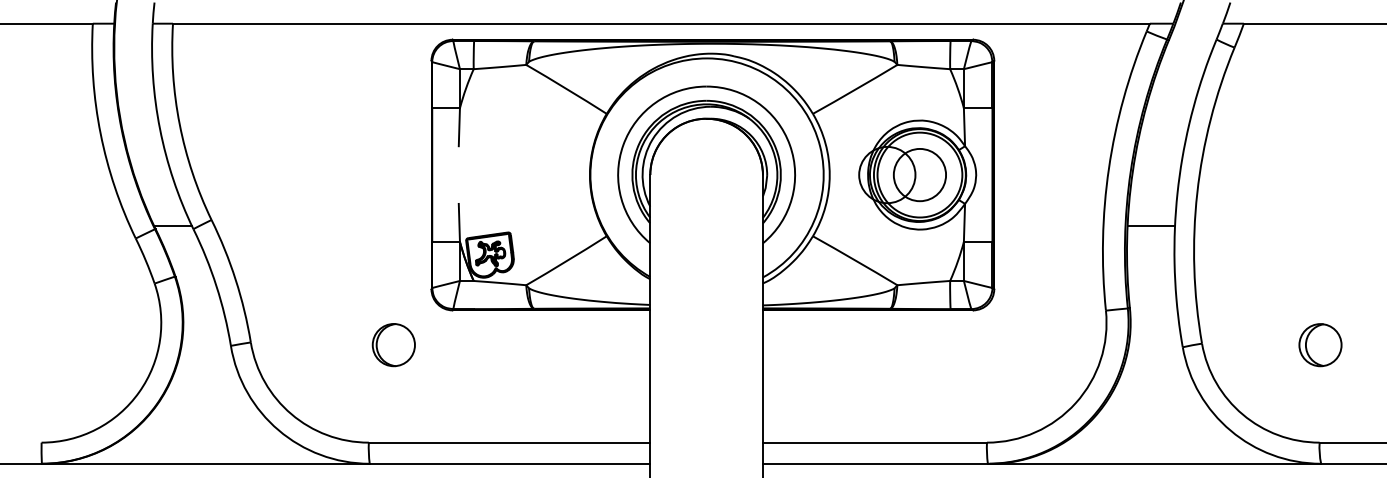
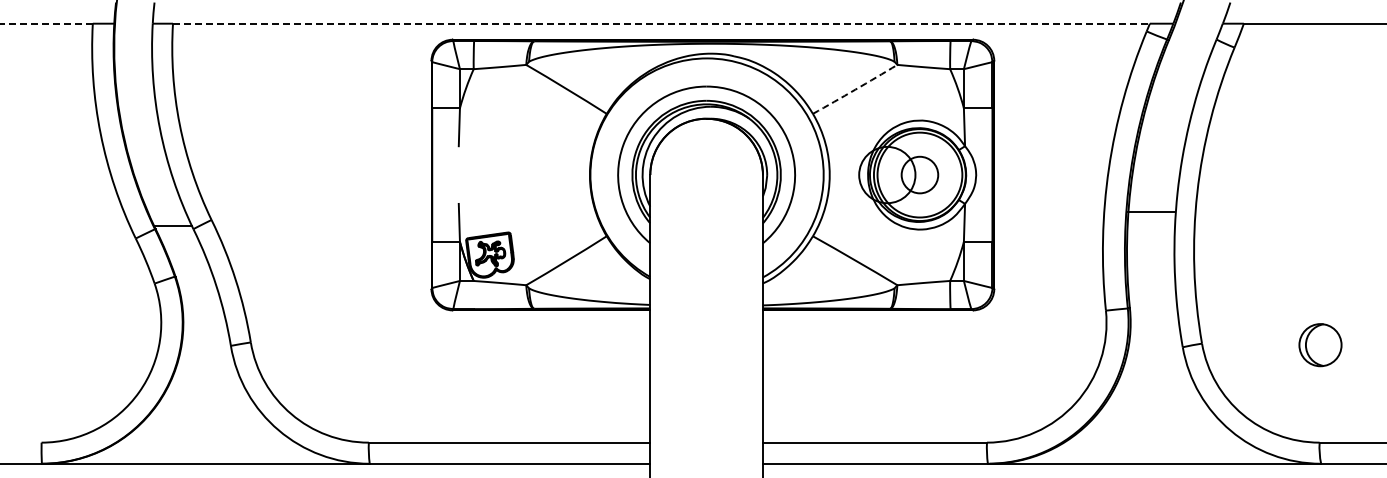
line at (46, 23): solid -> dashed
line at (661, 23): solid -> dashed
arc at (855, 89): solid -> dashed
circle at (919, 174) diameter: 52 px -> 37 px
line at (1151, 226) position: (1151, 226) -> (1151, 212)
part at (393, 345): present -> none
